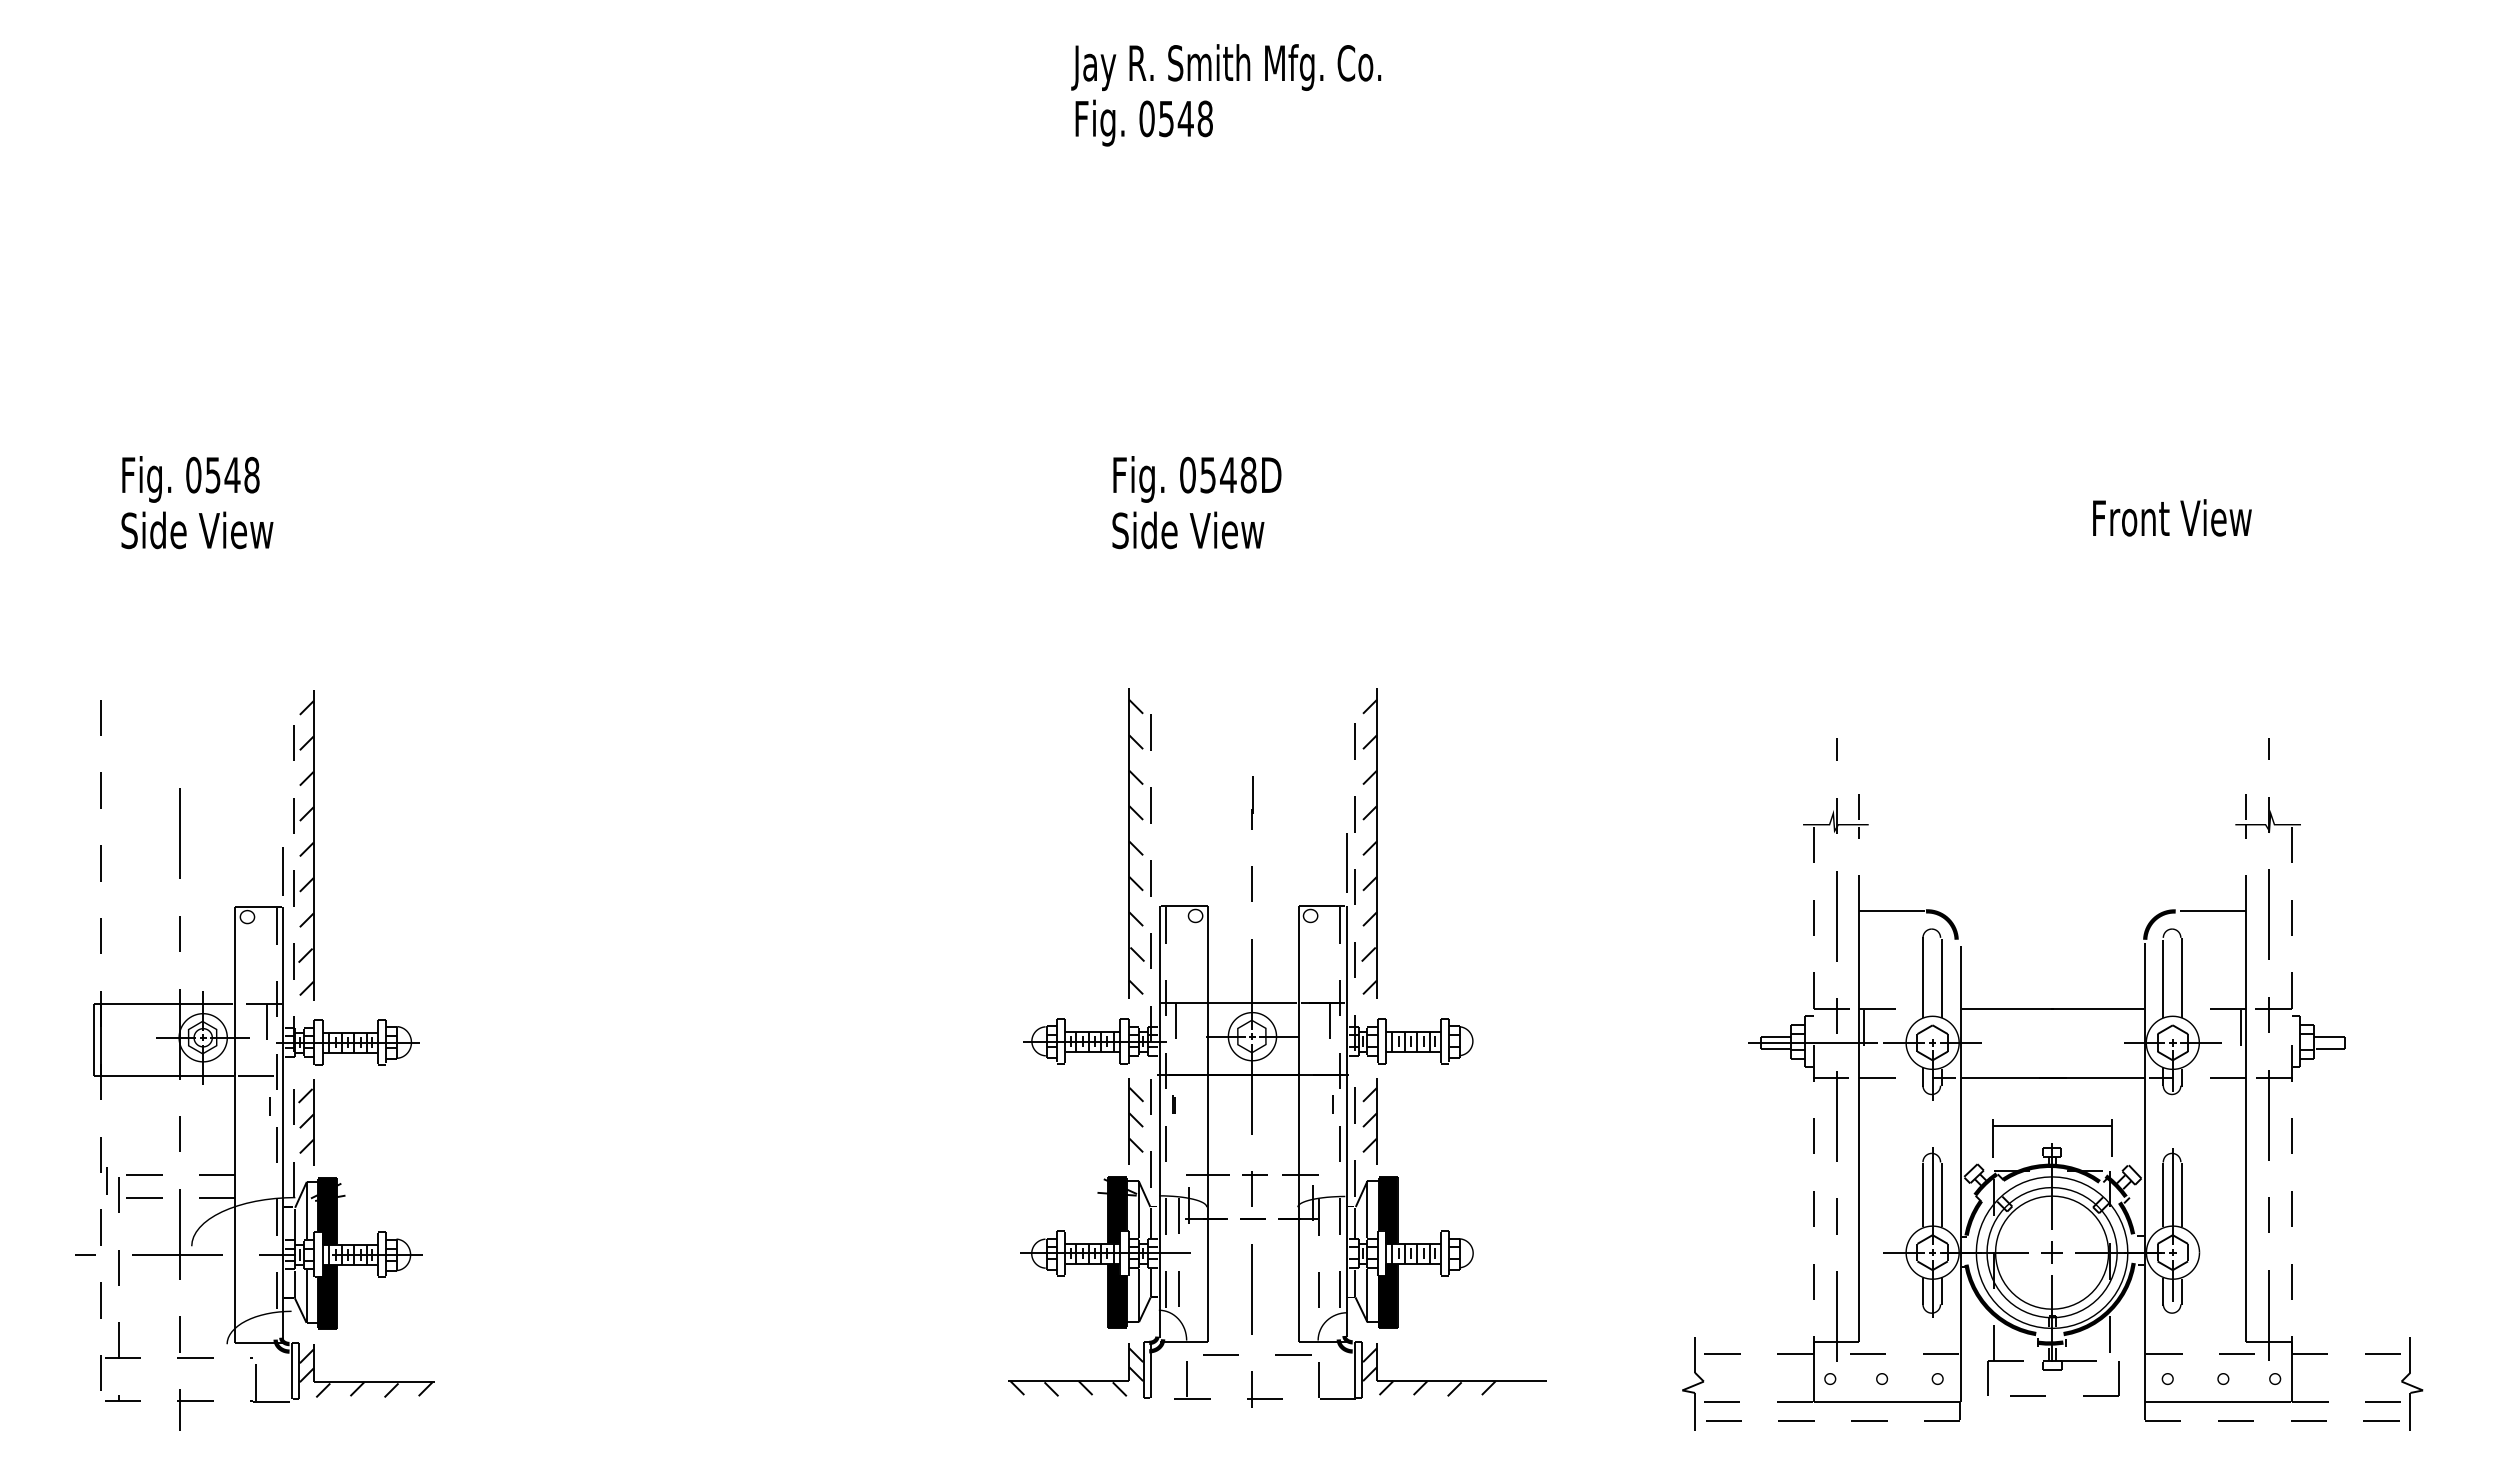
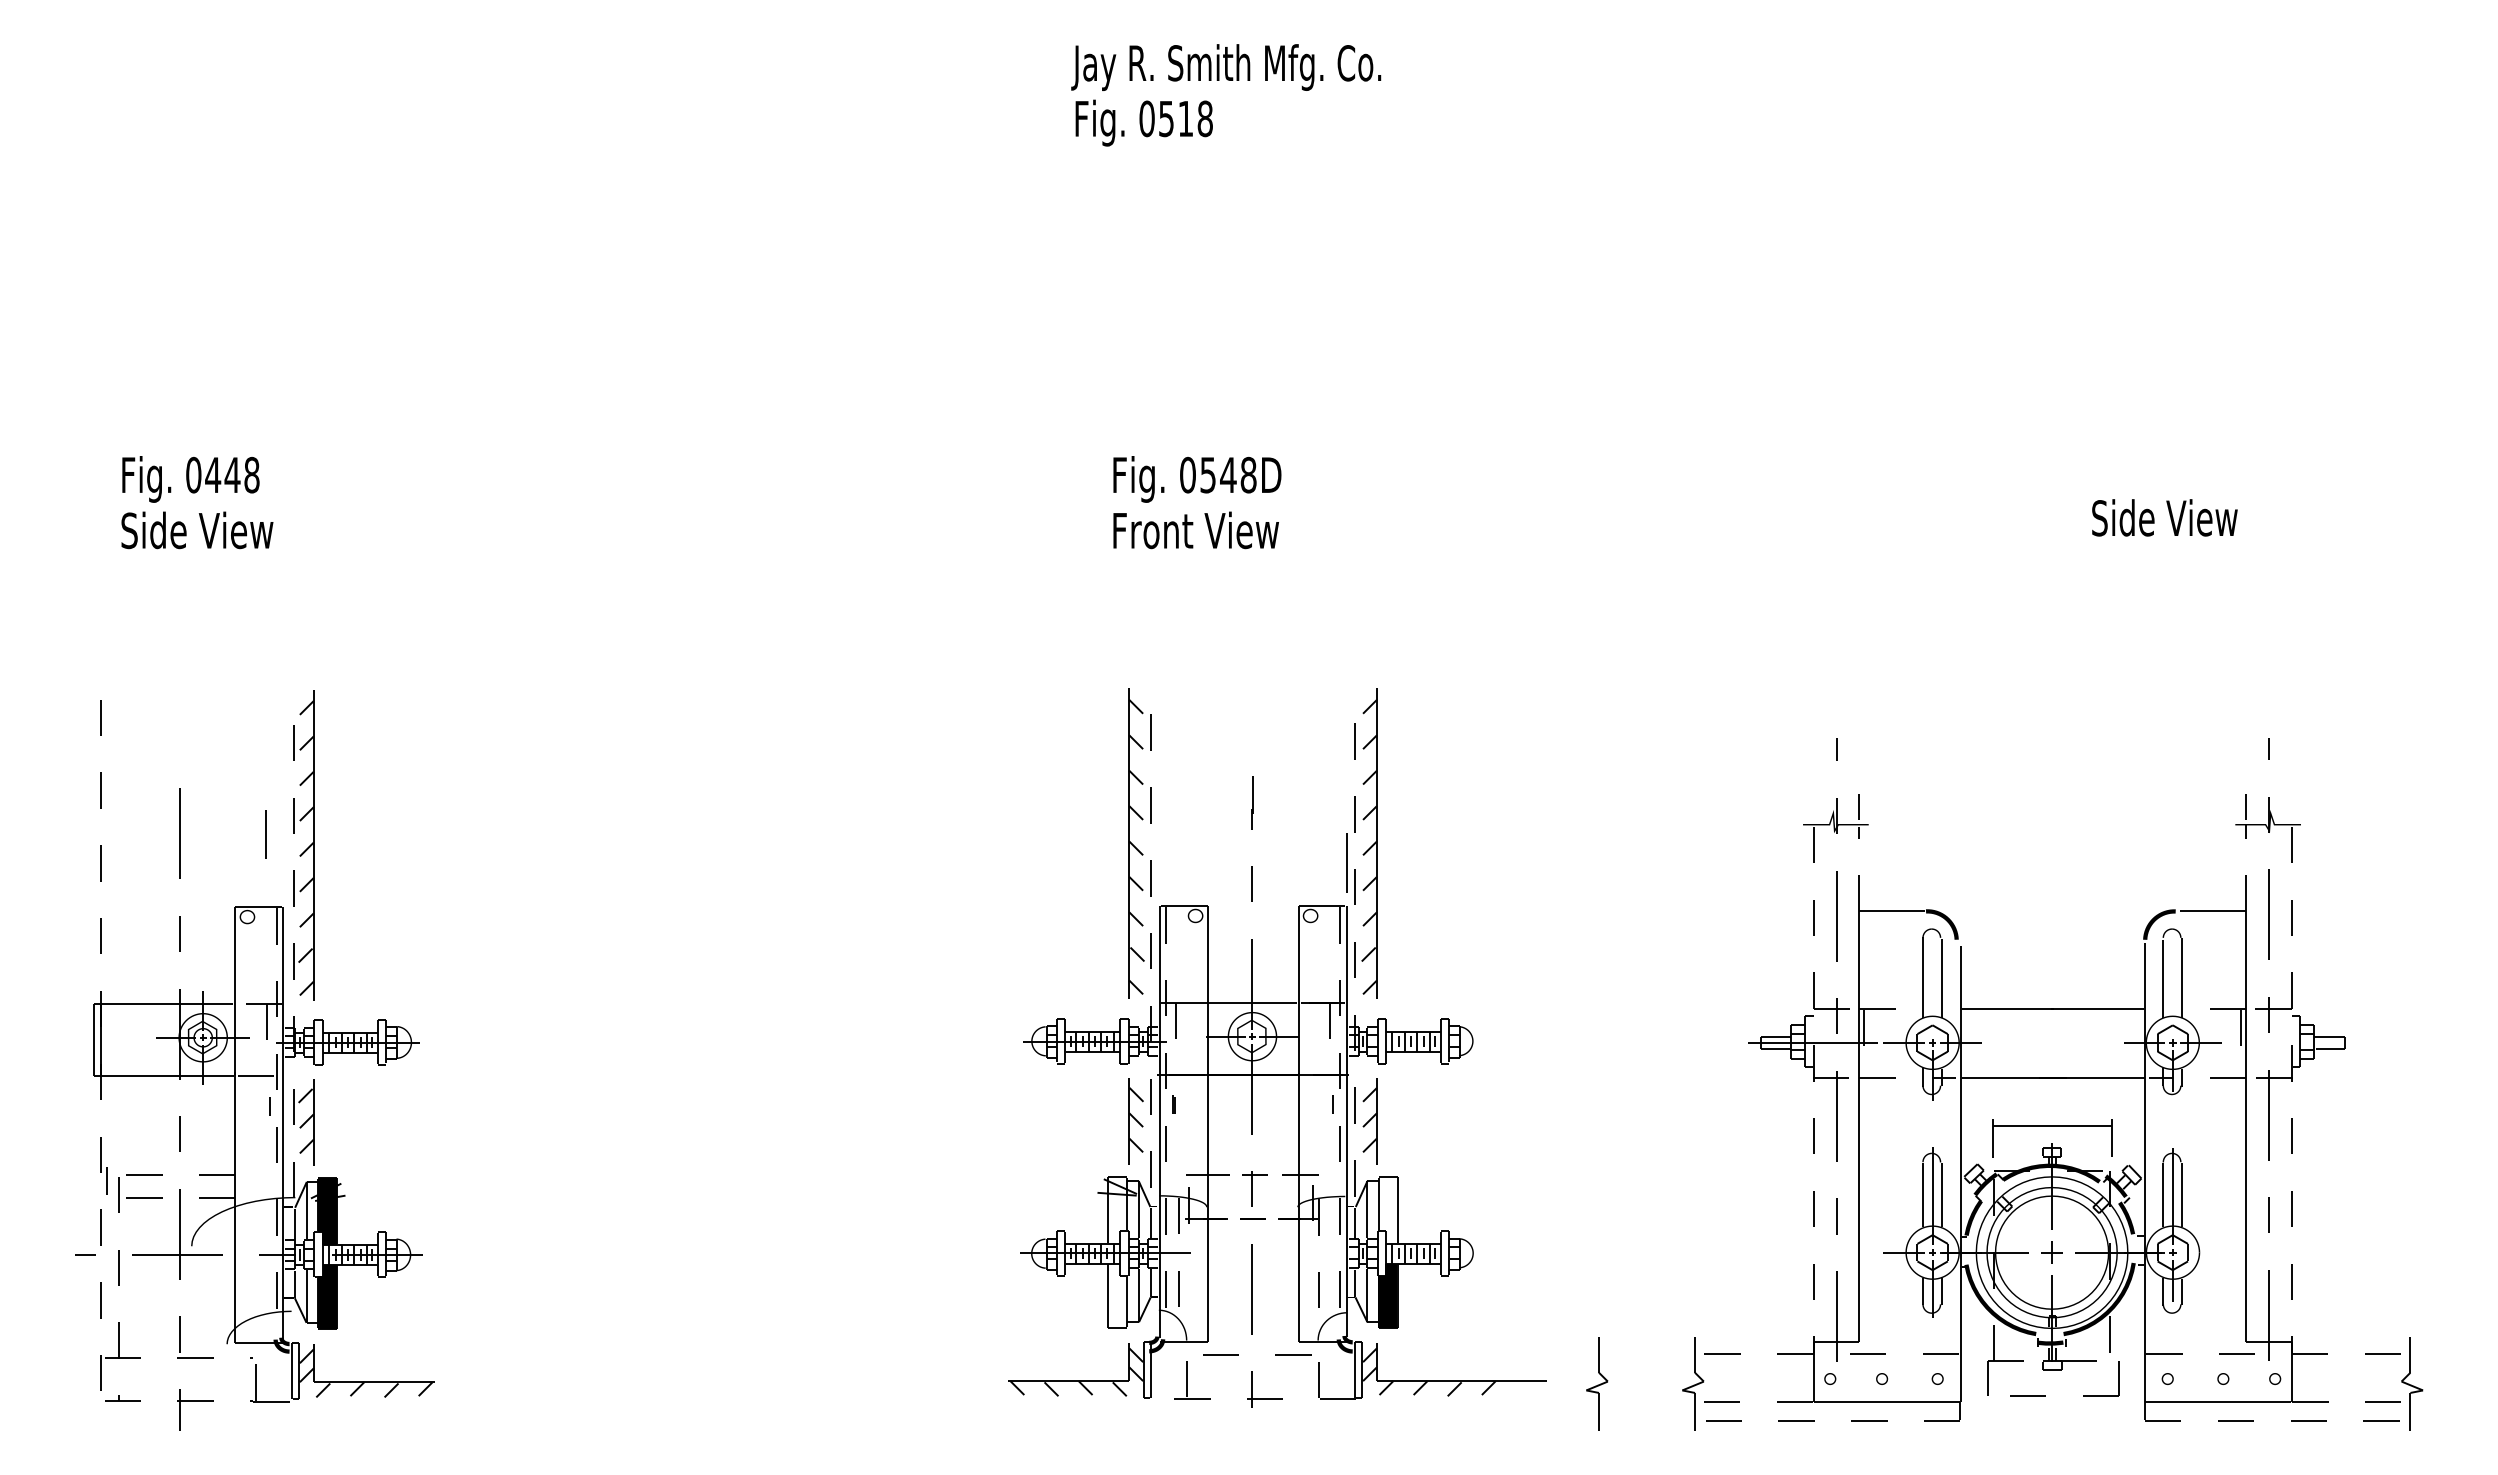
text at (1185, 118): 0548 -> 0518
text at (213, 475): 0548 -> 0448
text at (2171, 517): Front View -> Side View
text at (1195, 530): Side View -> Front View
line at (282, 871) position: (282, 871) -> (265, 834)
fill at (1117, 1209): present -> none
fill at (1387, 1210): present -> none
fill at (1116, 1295): present -> none
part at (1597, 1383): none -> present
